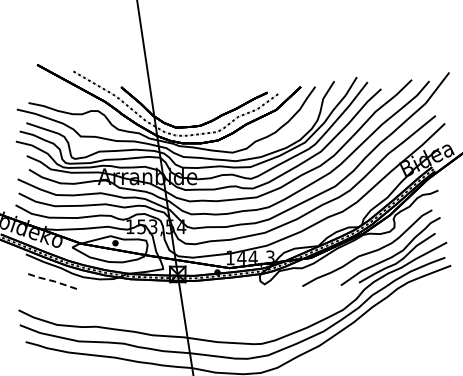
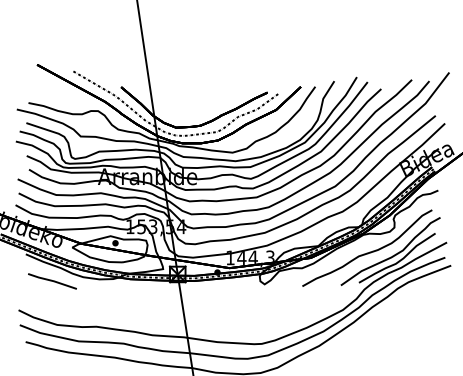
line at (52, 280): dashed -> solid
